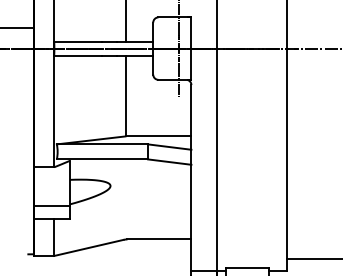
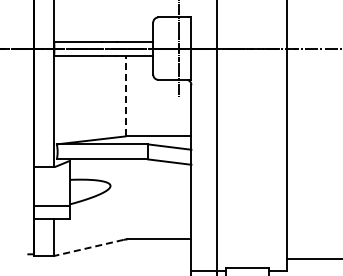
line at (125, 21): present -> none
line at (17, 27): present -> none
line at (125, 95): solid -> dashed
line at (88, 247): solid -> dashed
